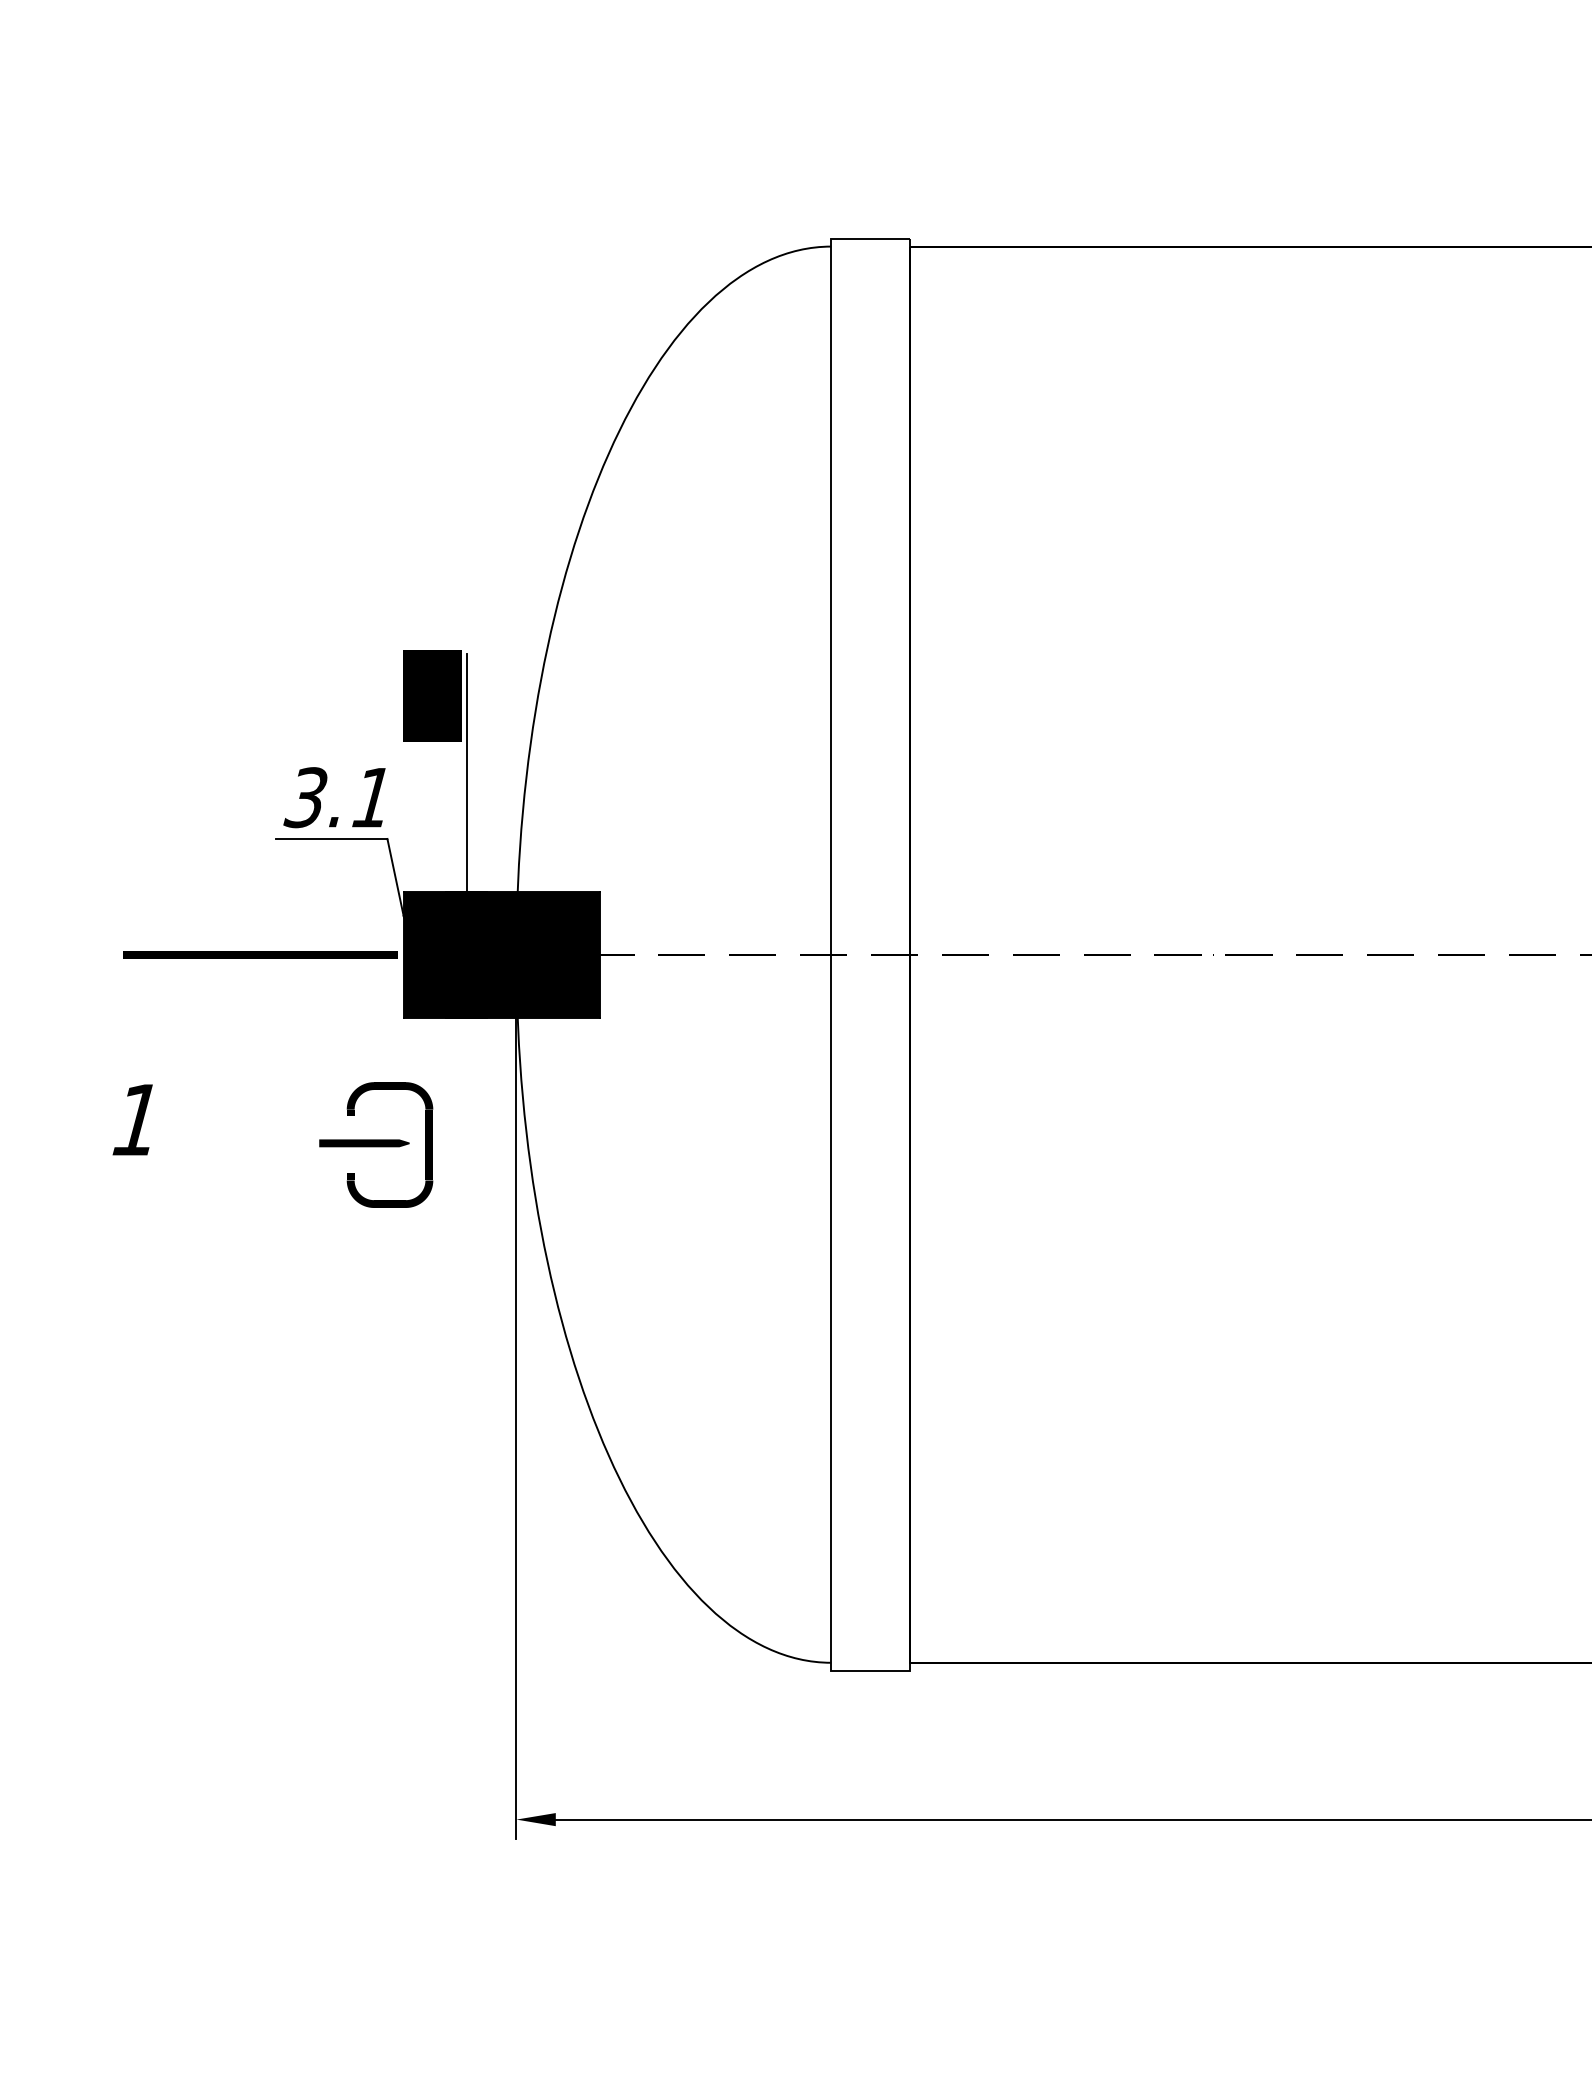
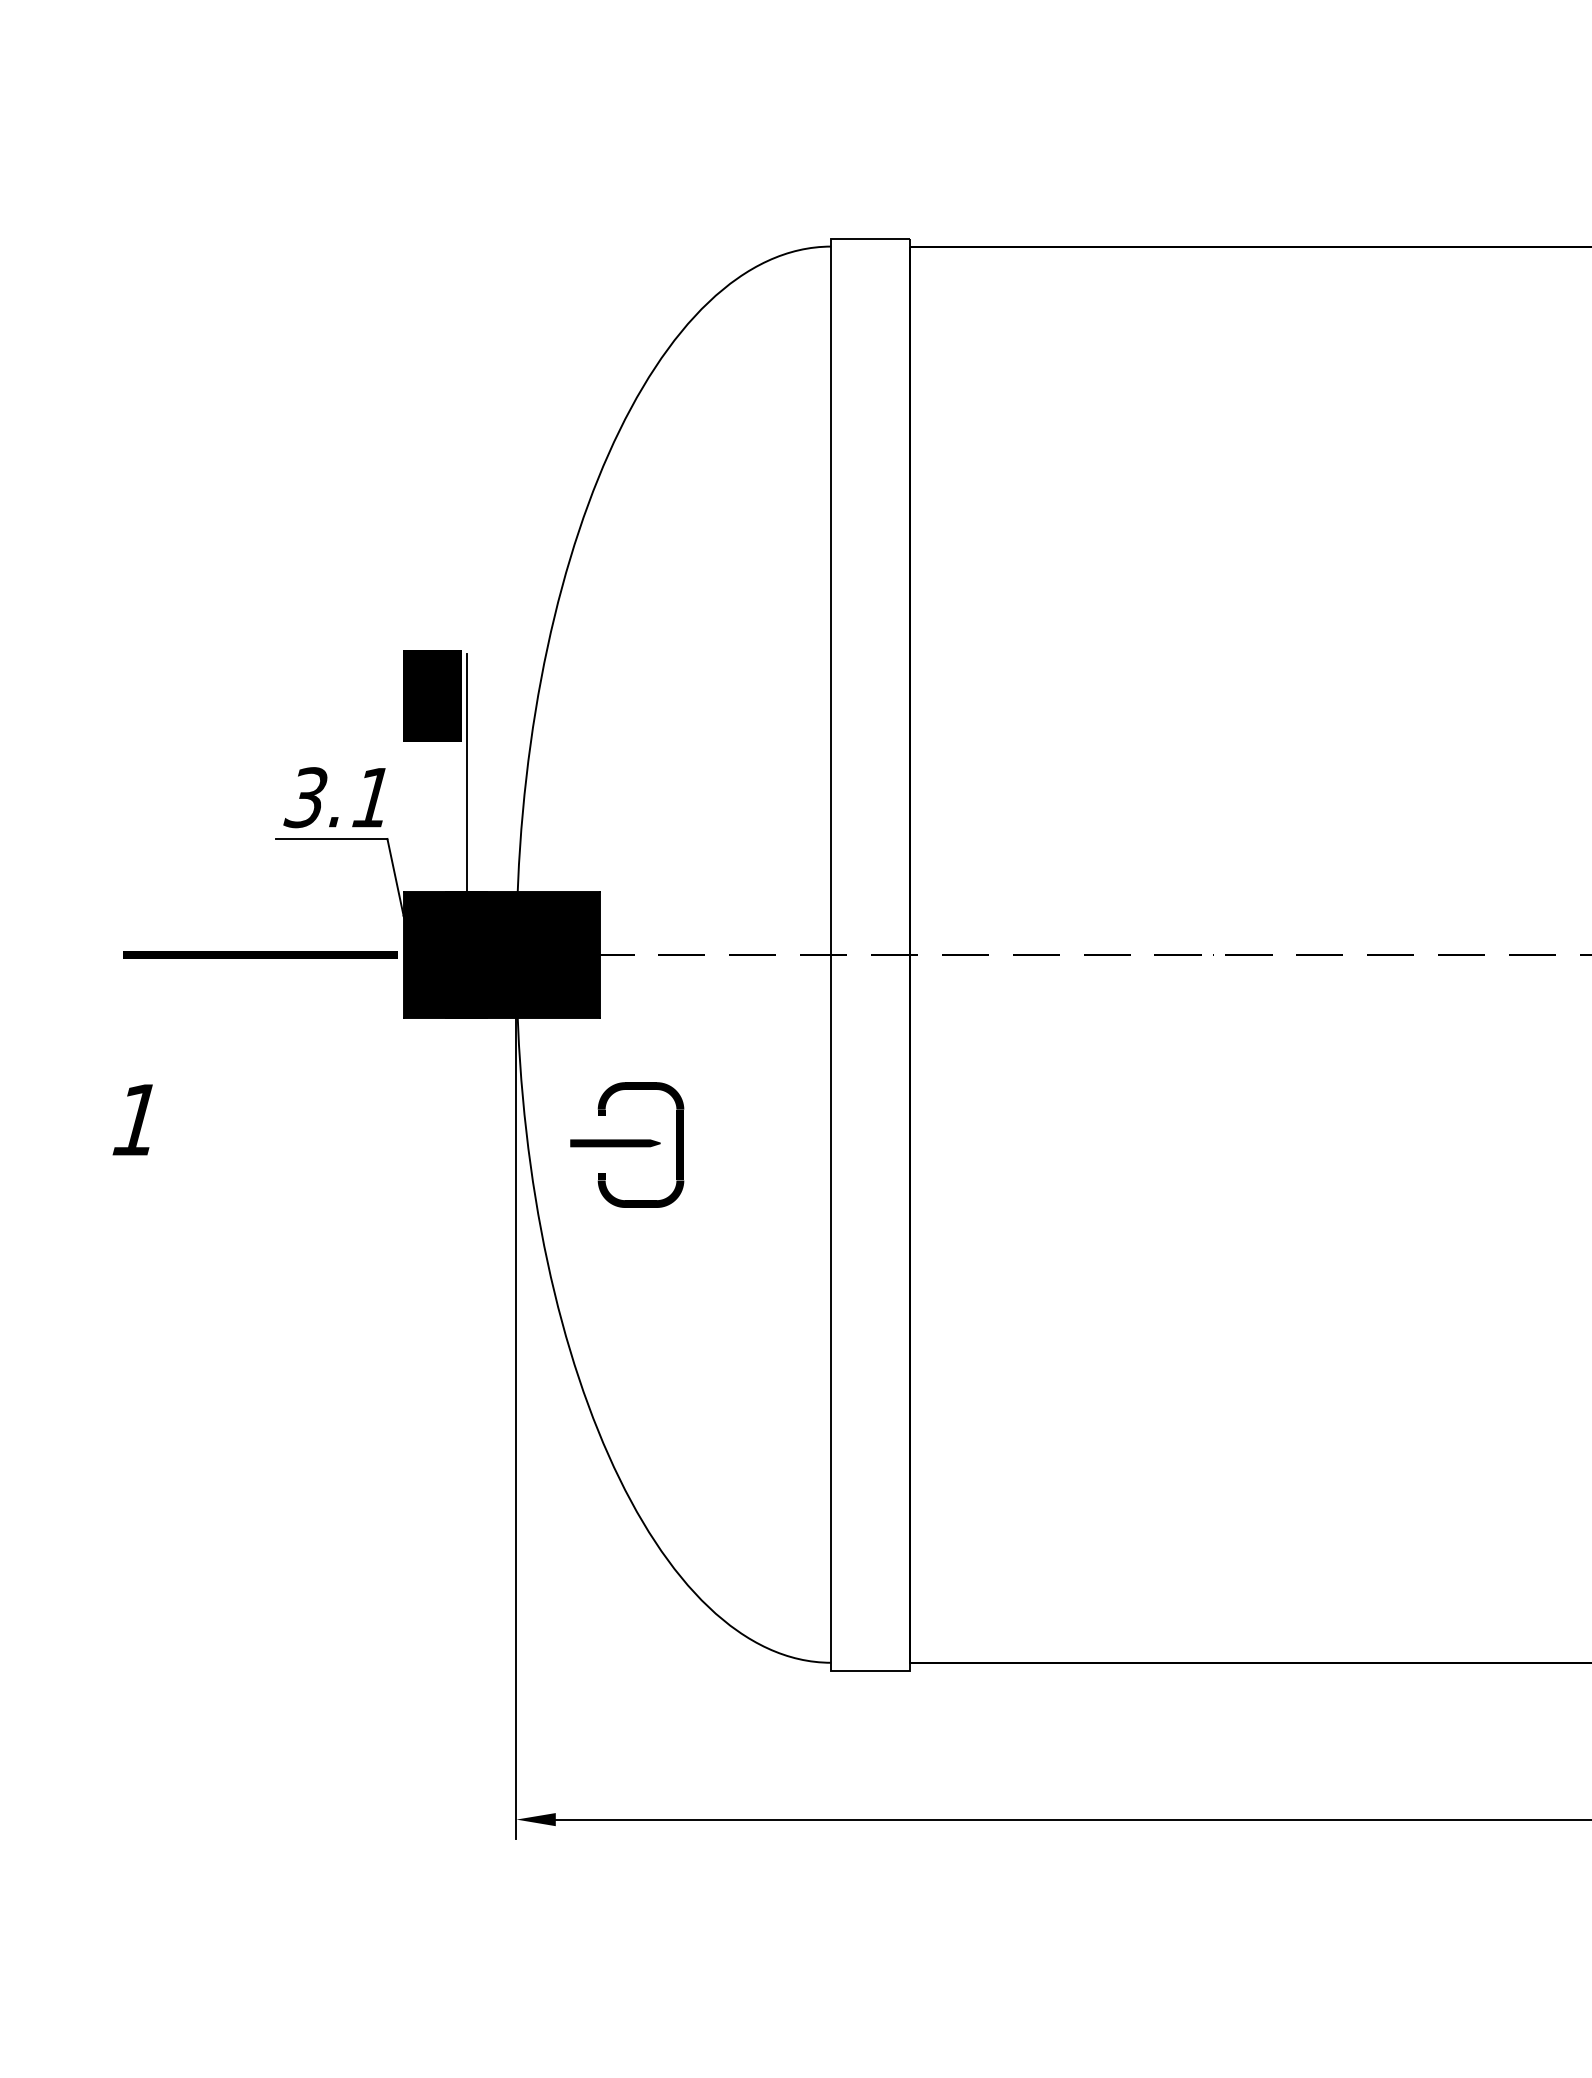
part at (376, 1144) position: (376, 1144) -> (627, 1144)
